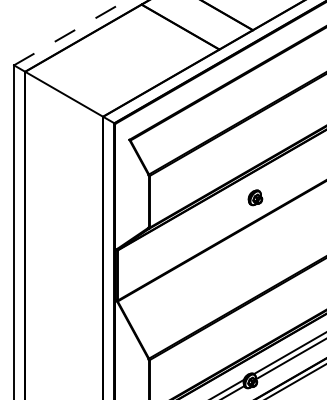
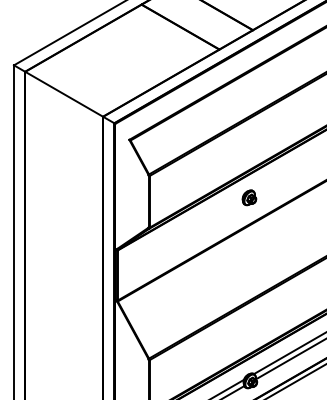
line at (70, 32): dashed -> solid
part at (255, 197) position: (255, 197) -> (249, 197)
